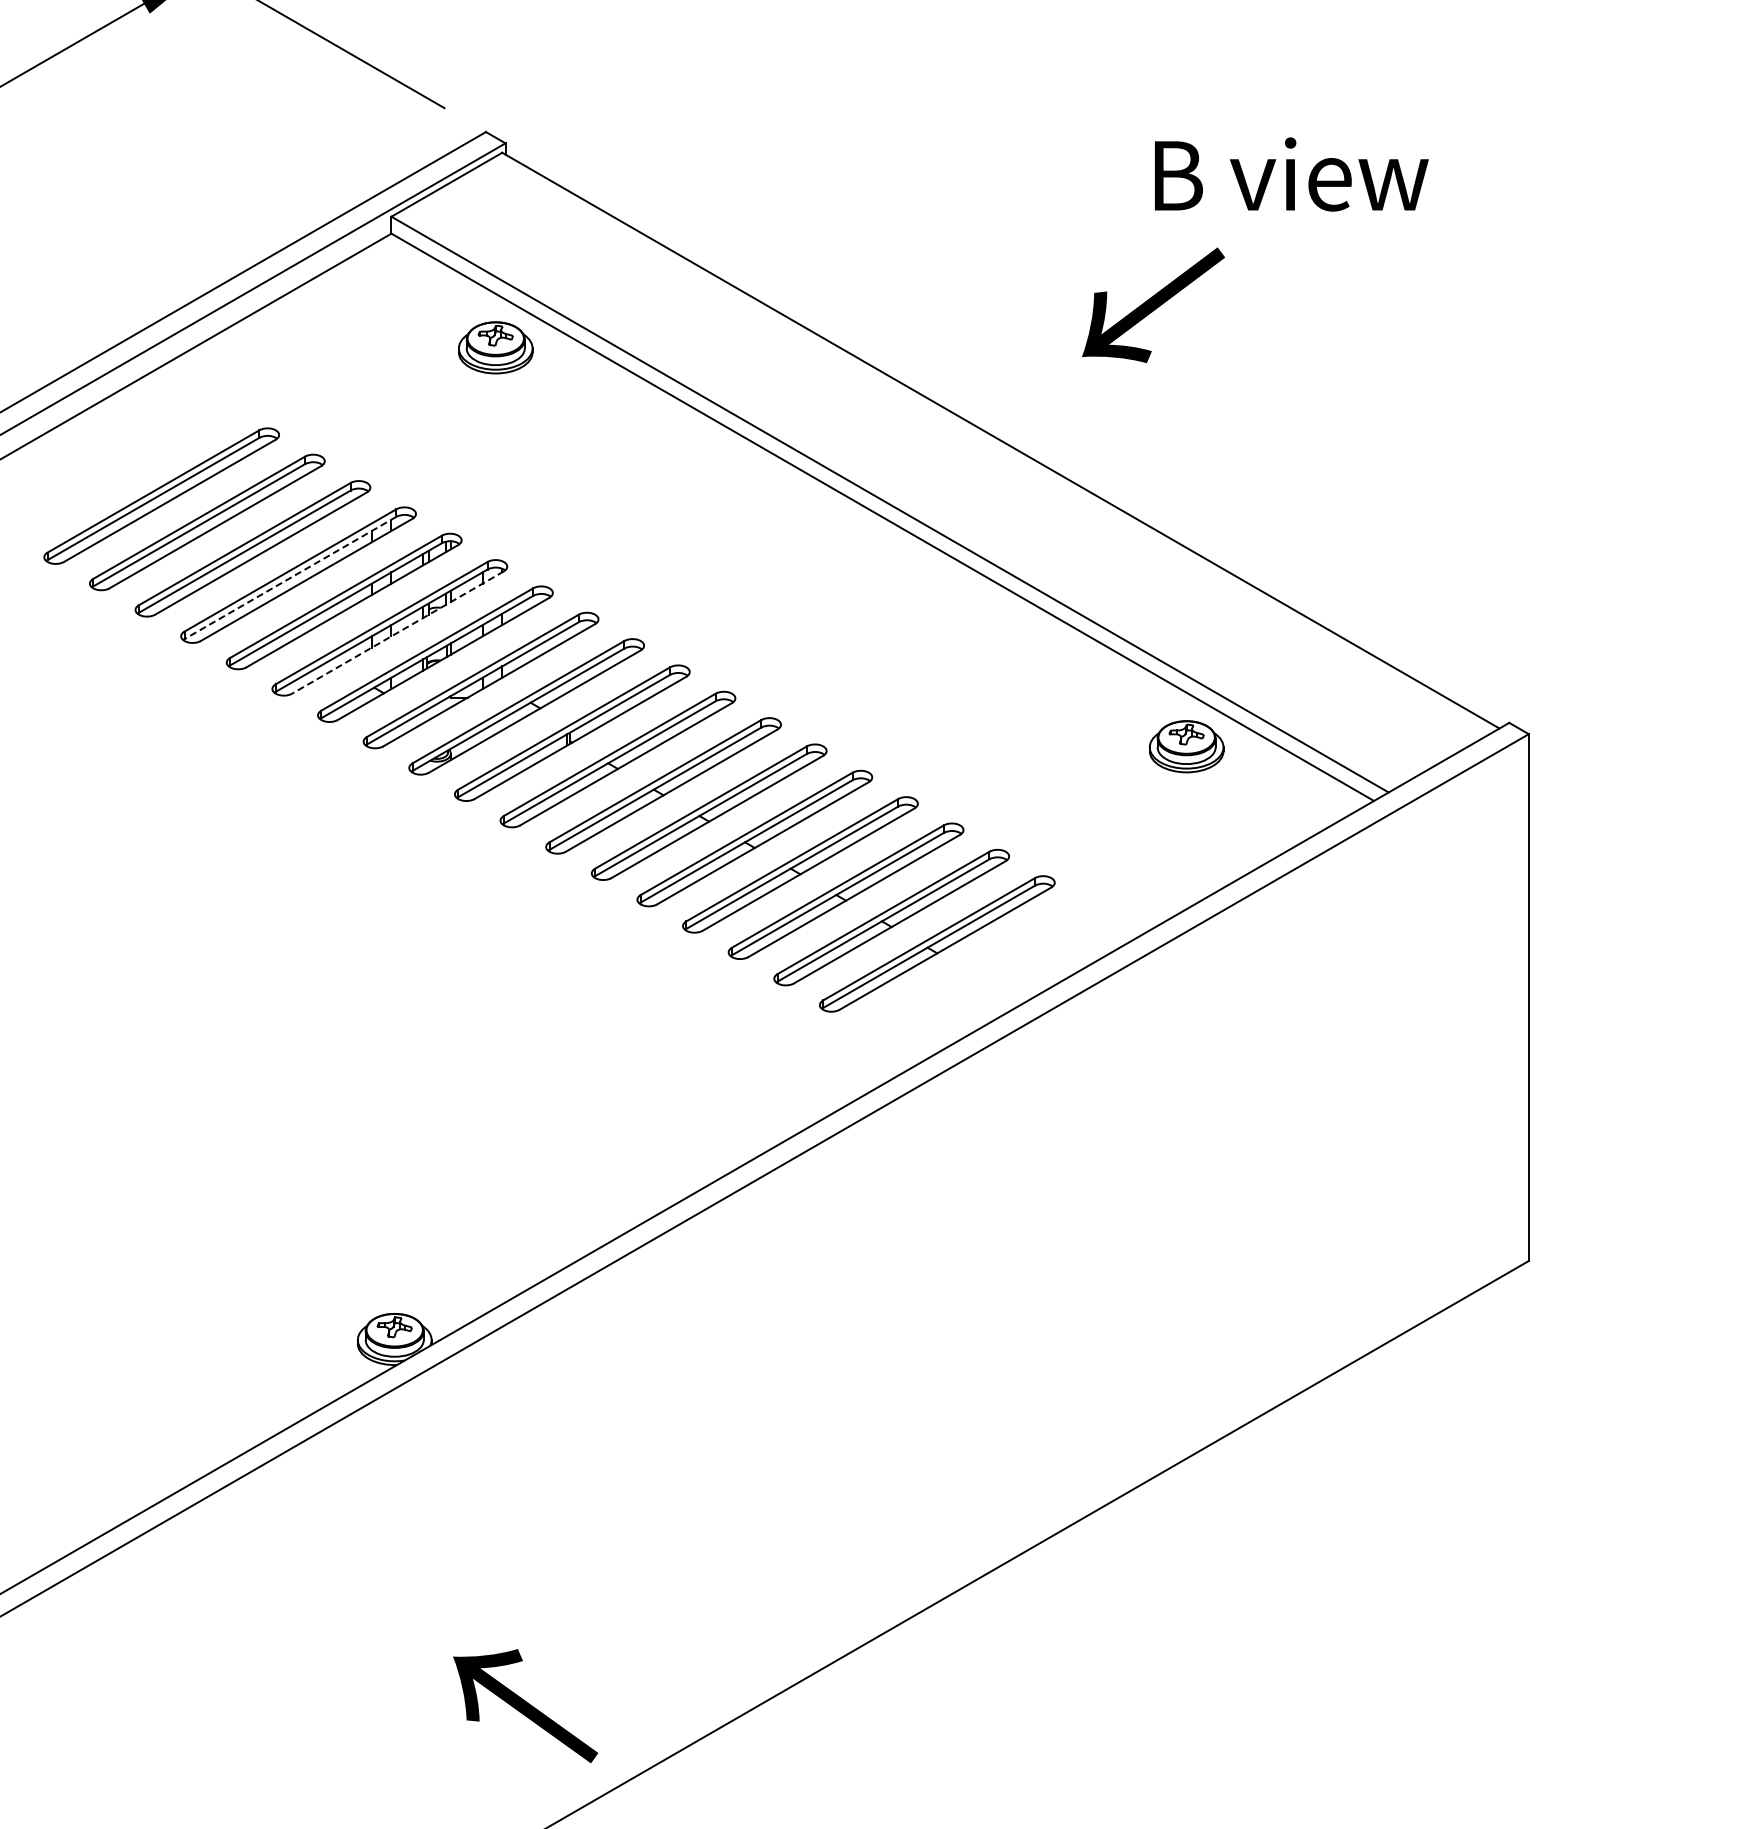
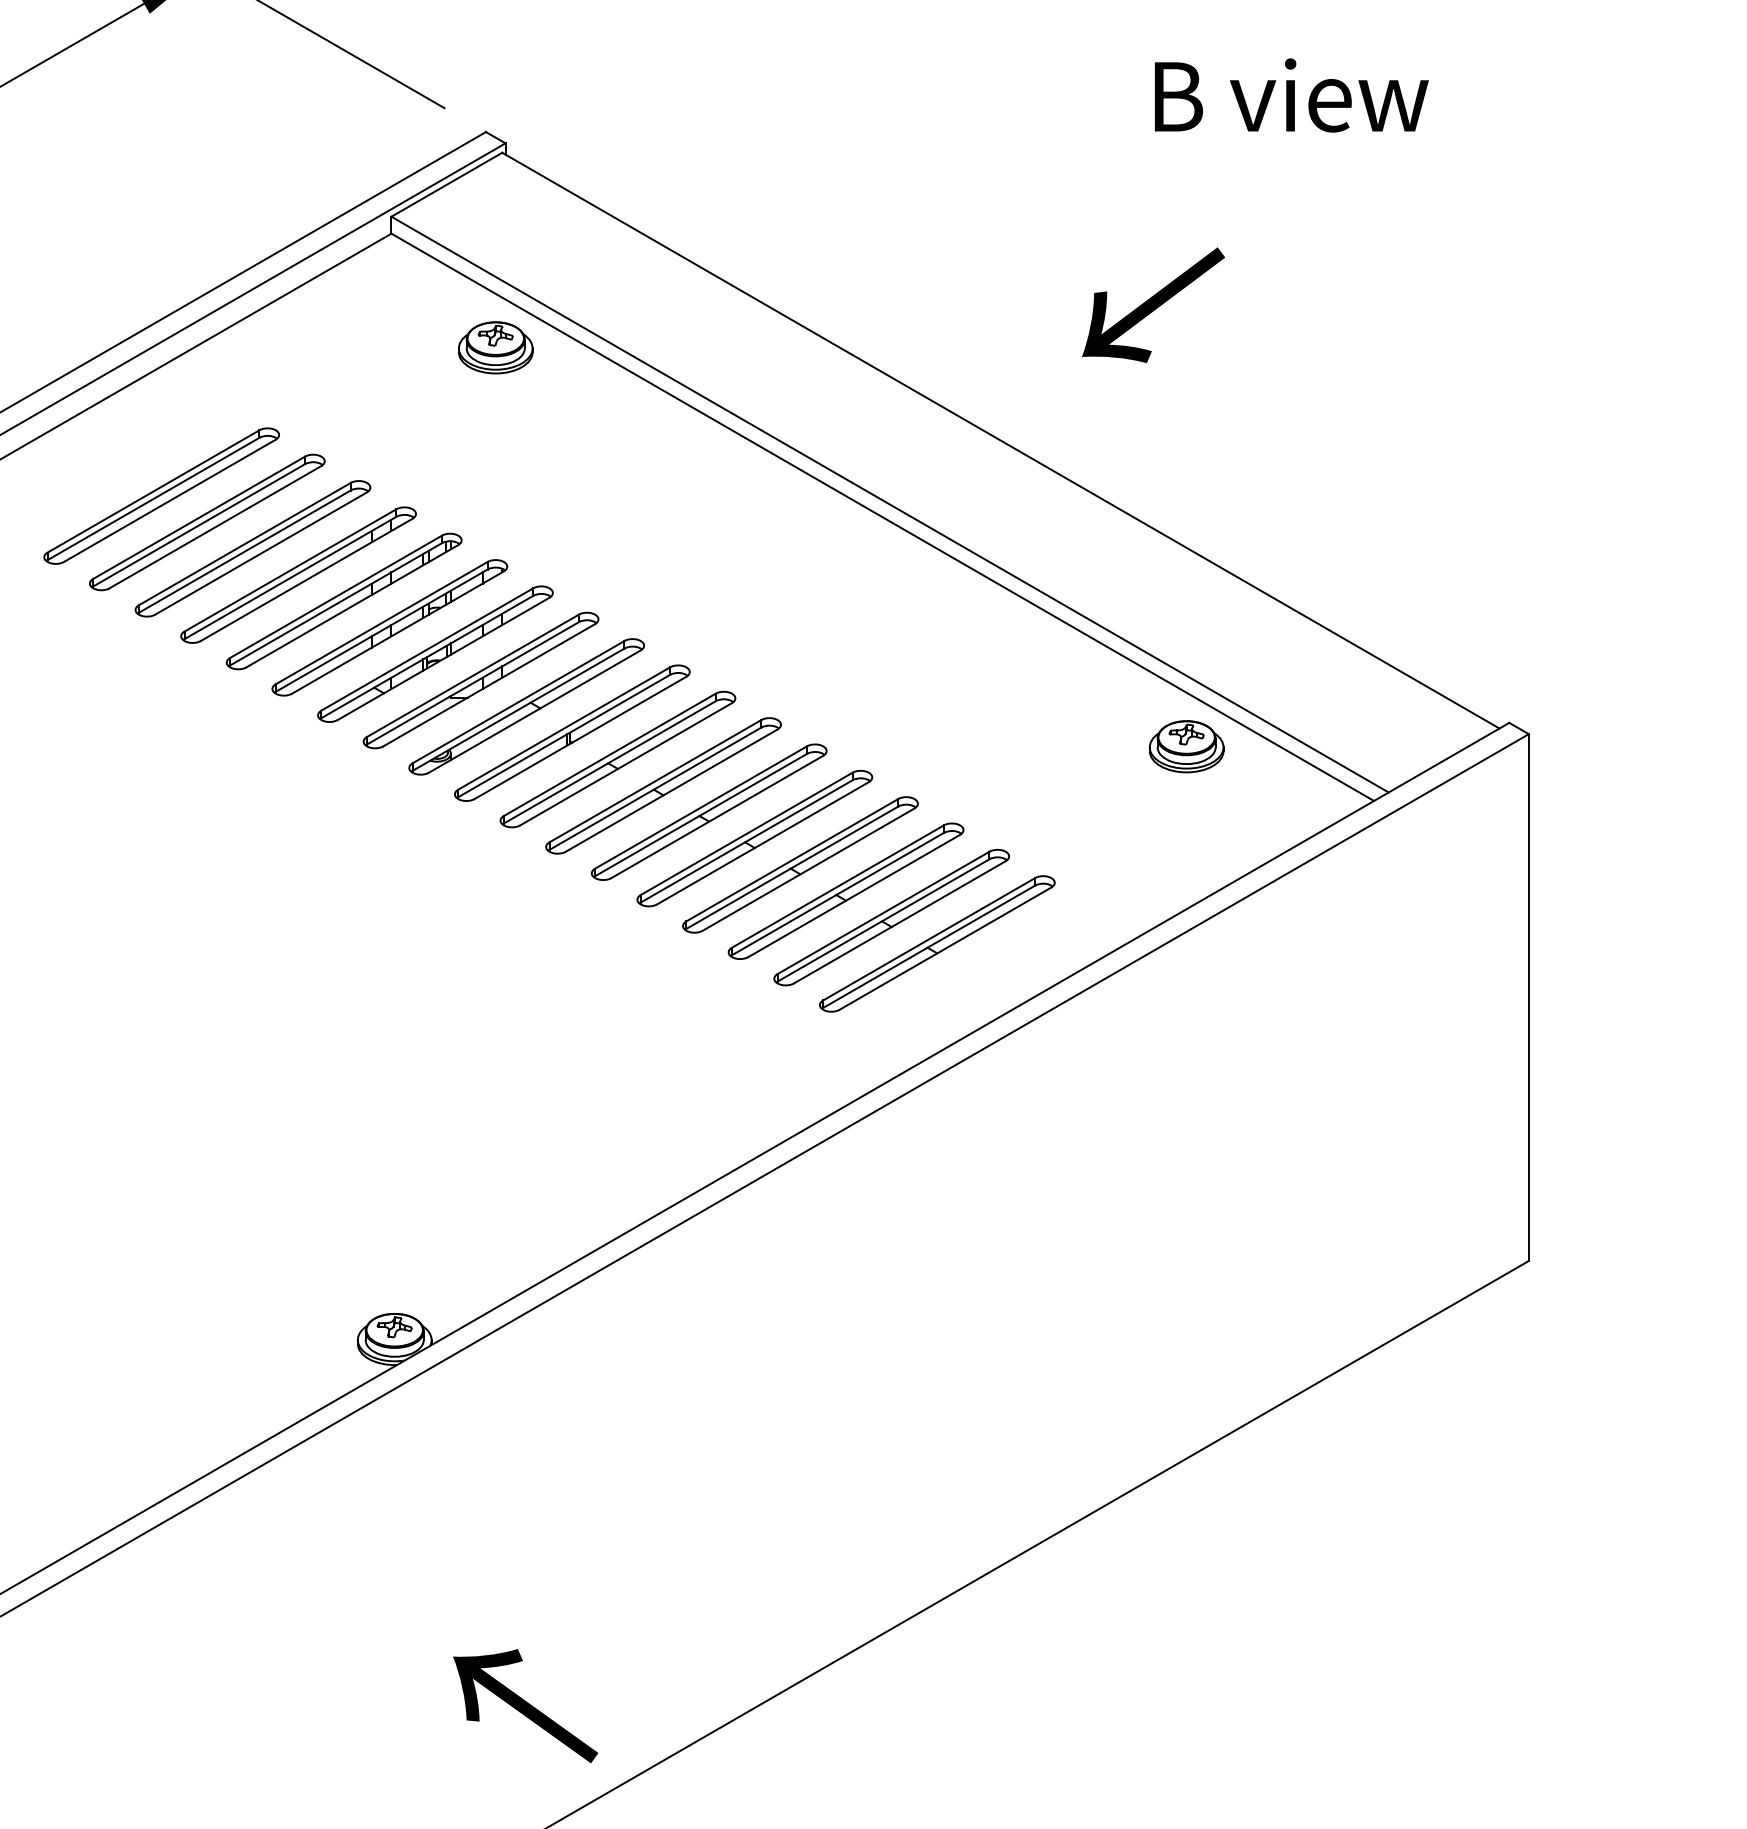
text at (1291, 174) position: (1291, 174) -> (1291, 95)
line at (290, 578): dashed -> solid
line at (397, 632): dashed -> solid
